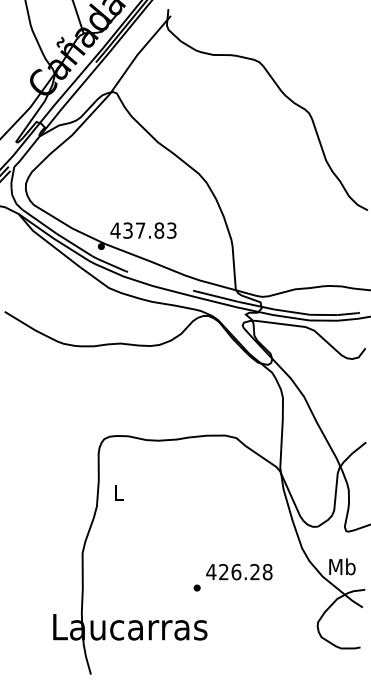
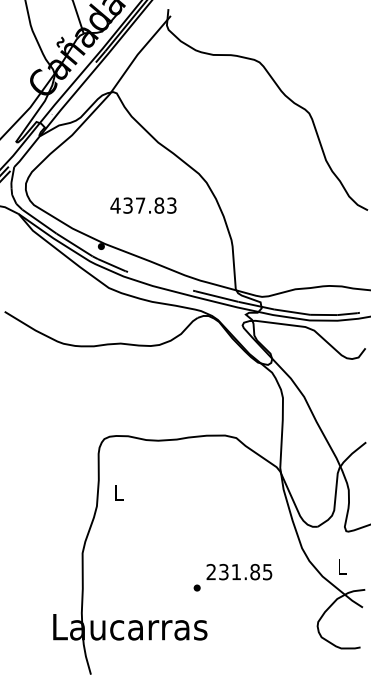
text at (143, 230) position: (143, 230) -> (143, 205)
text at (342, 566): Mb -> L
text at (239, 571): 426.28 -> 231.85
